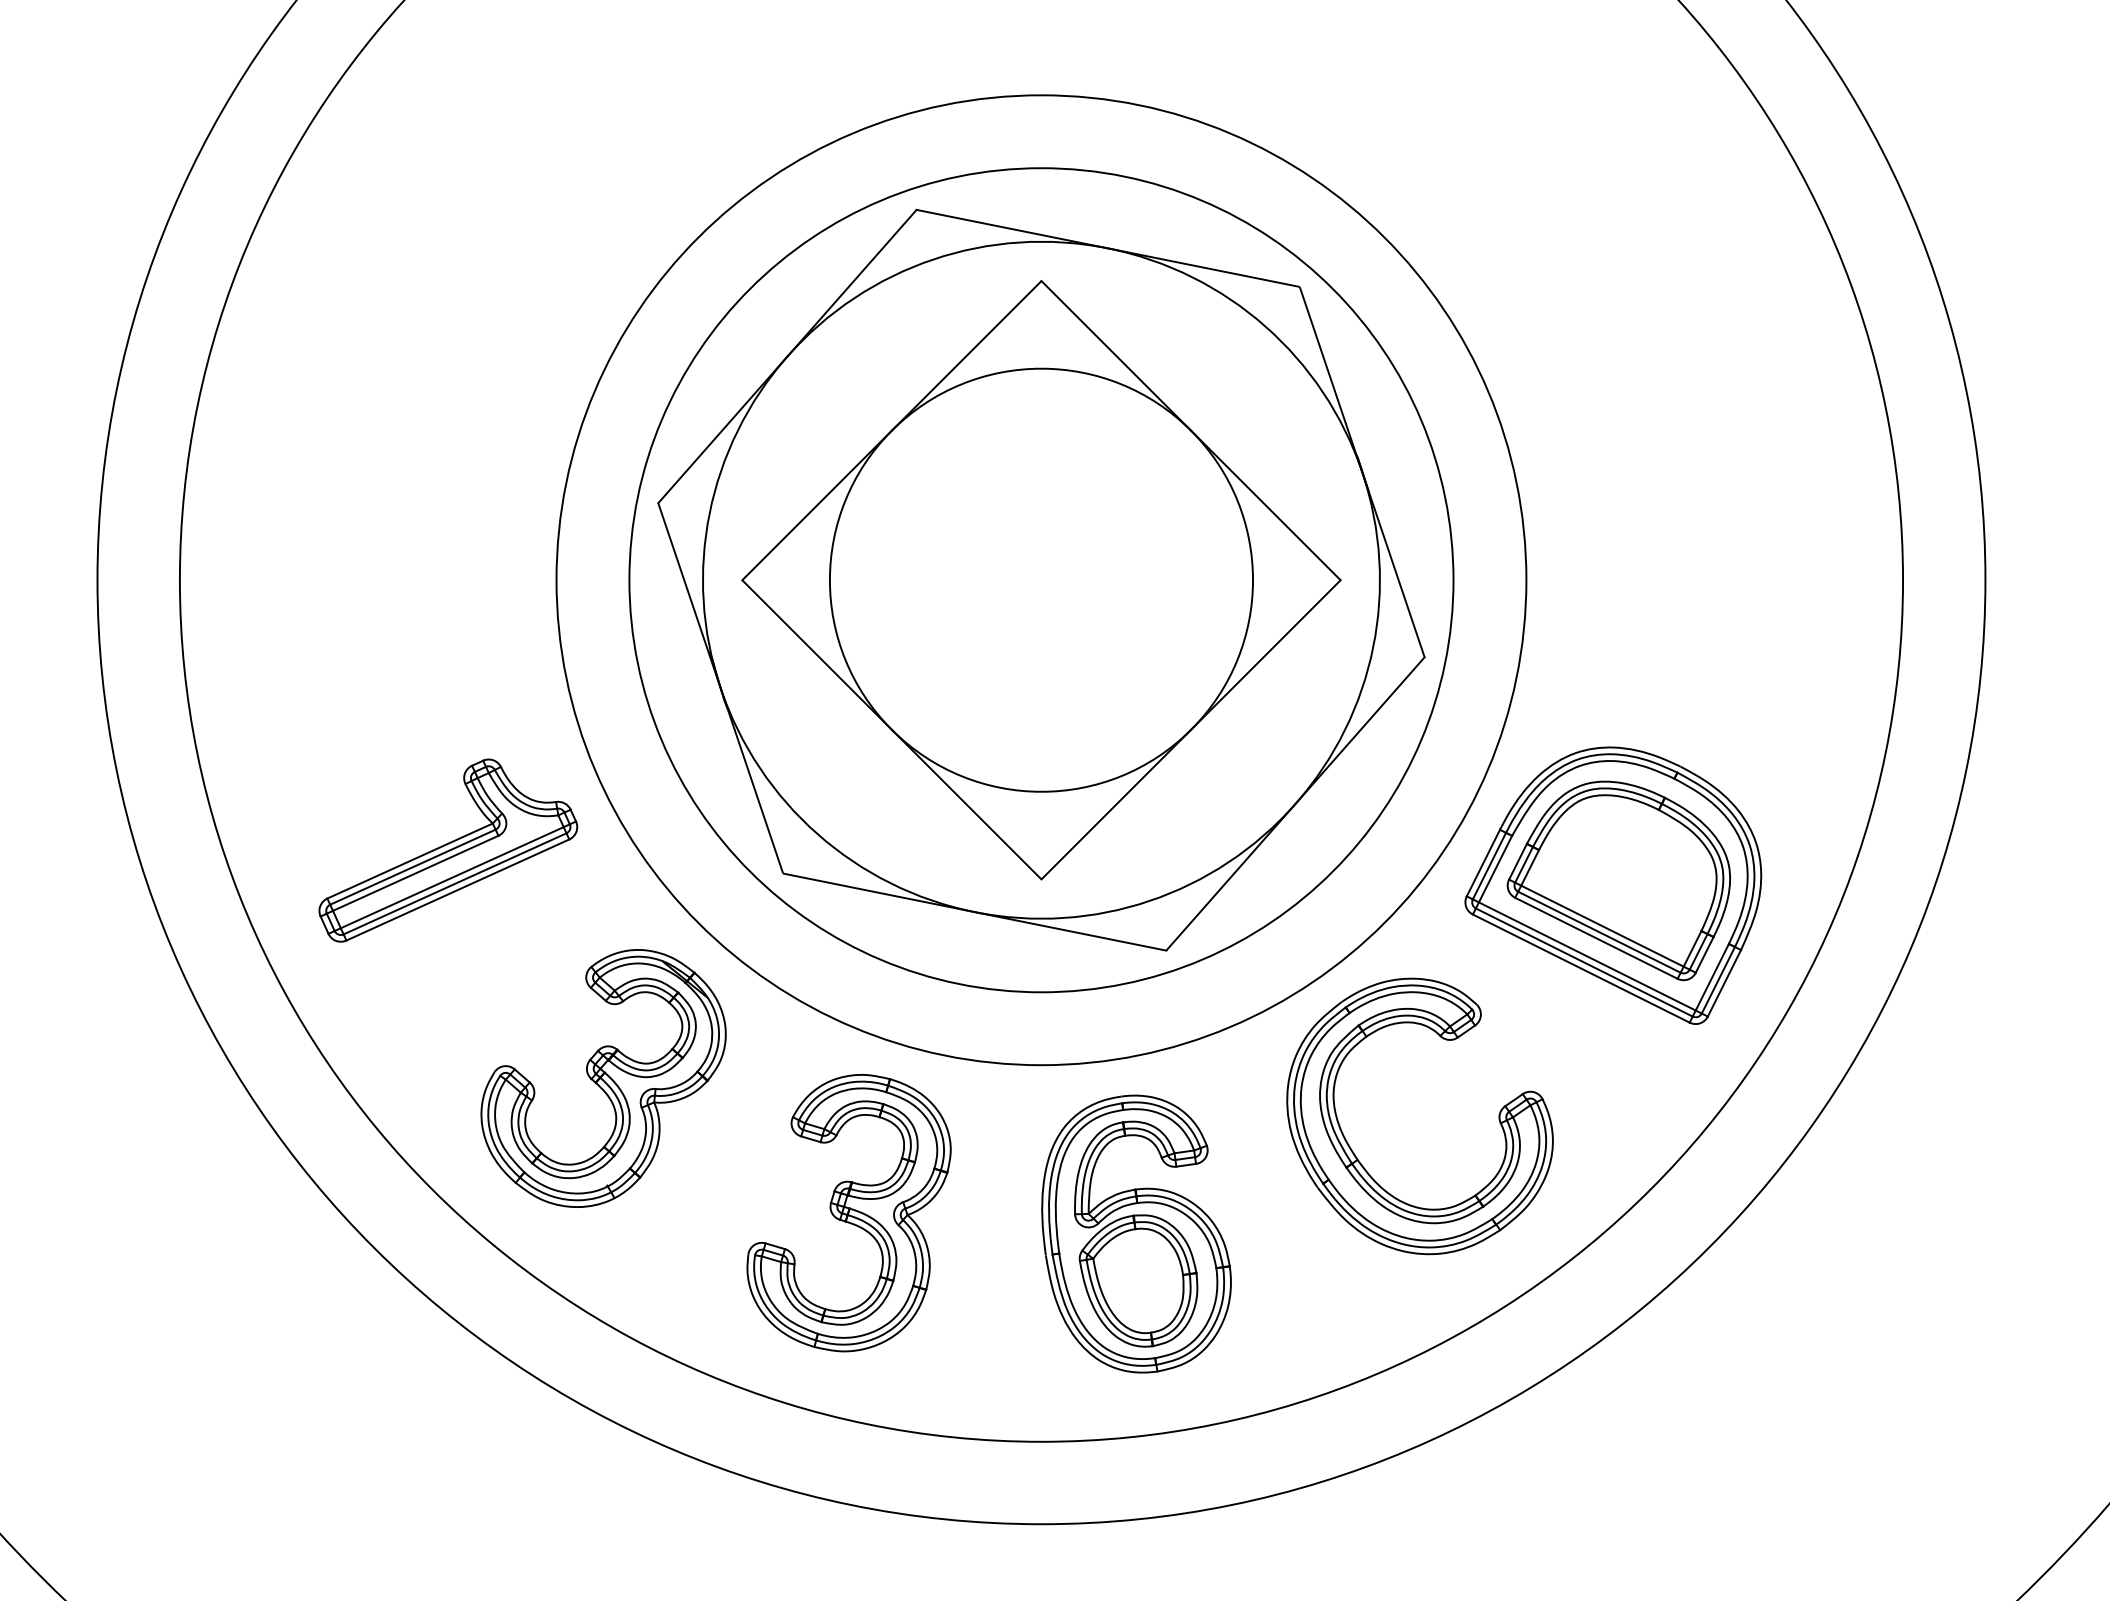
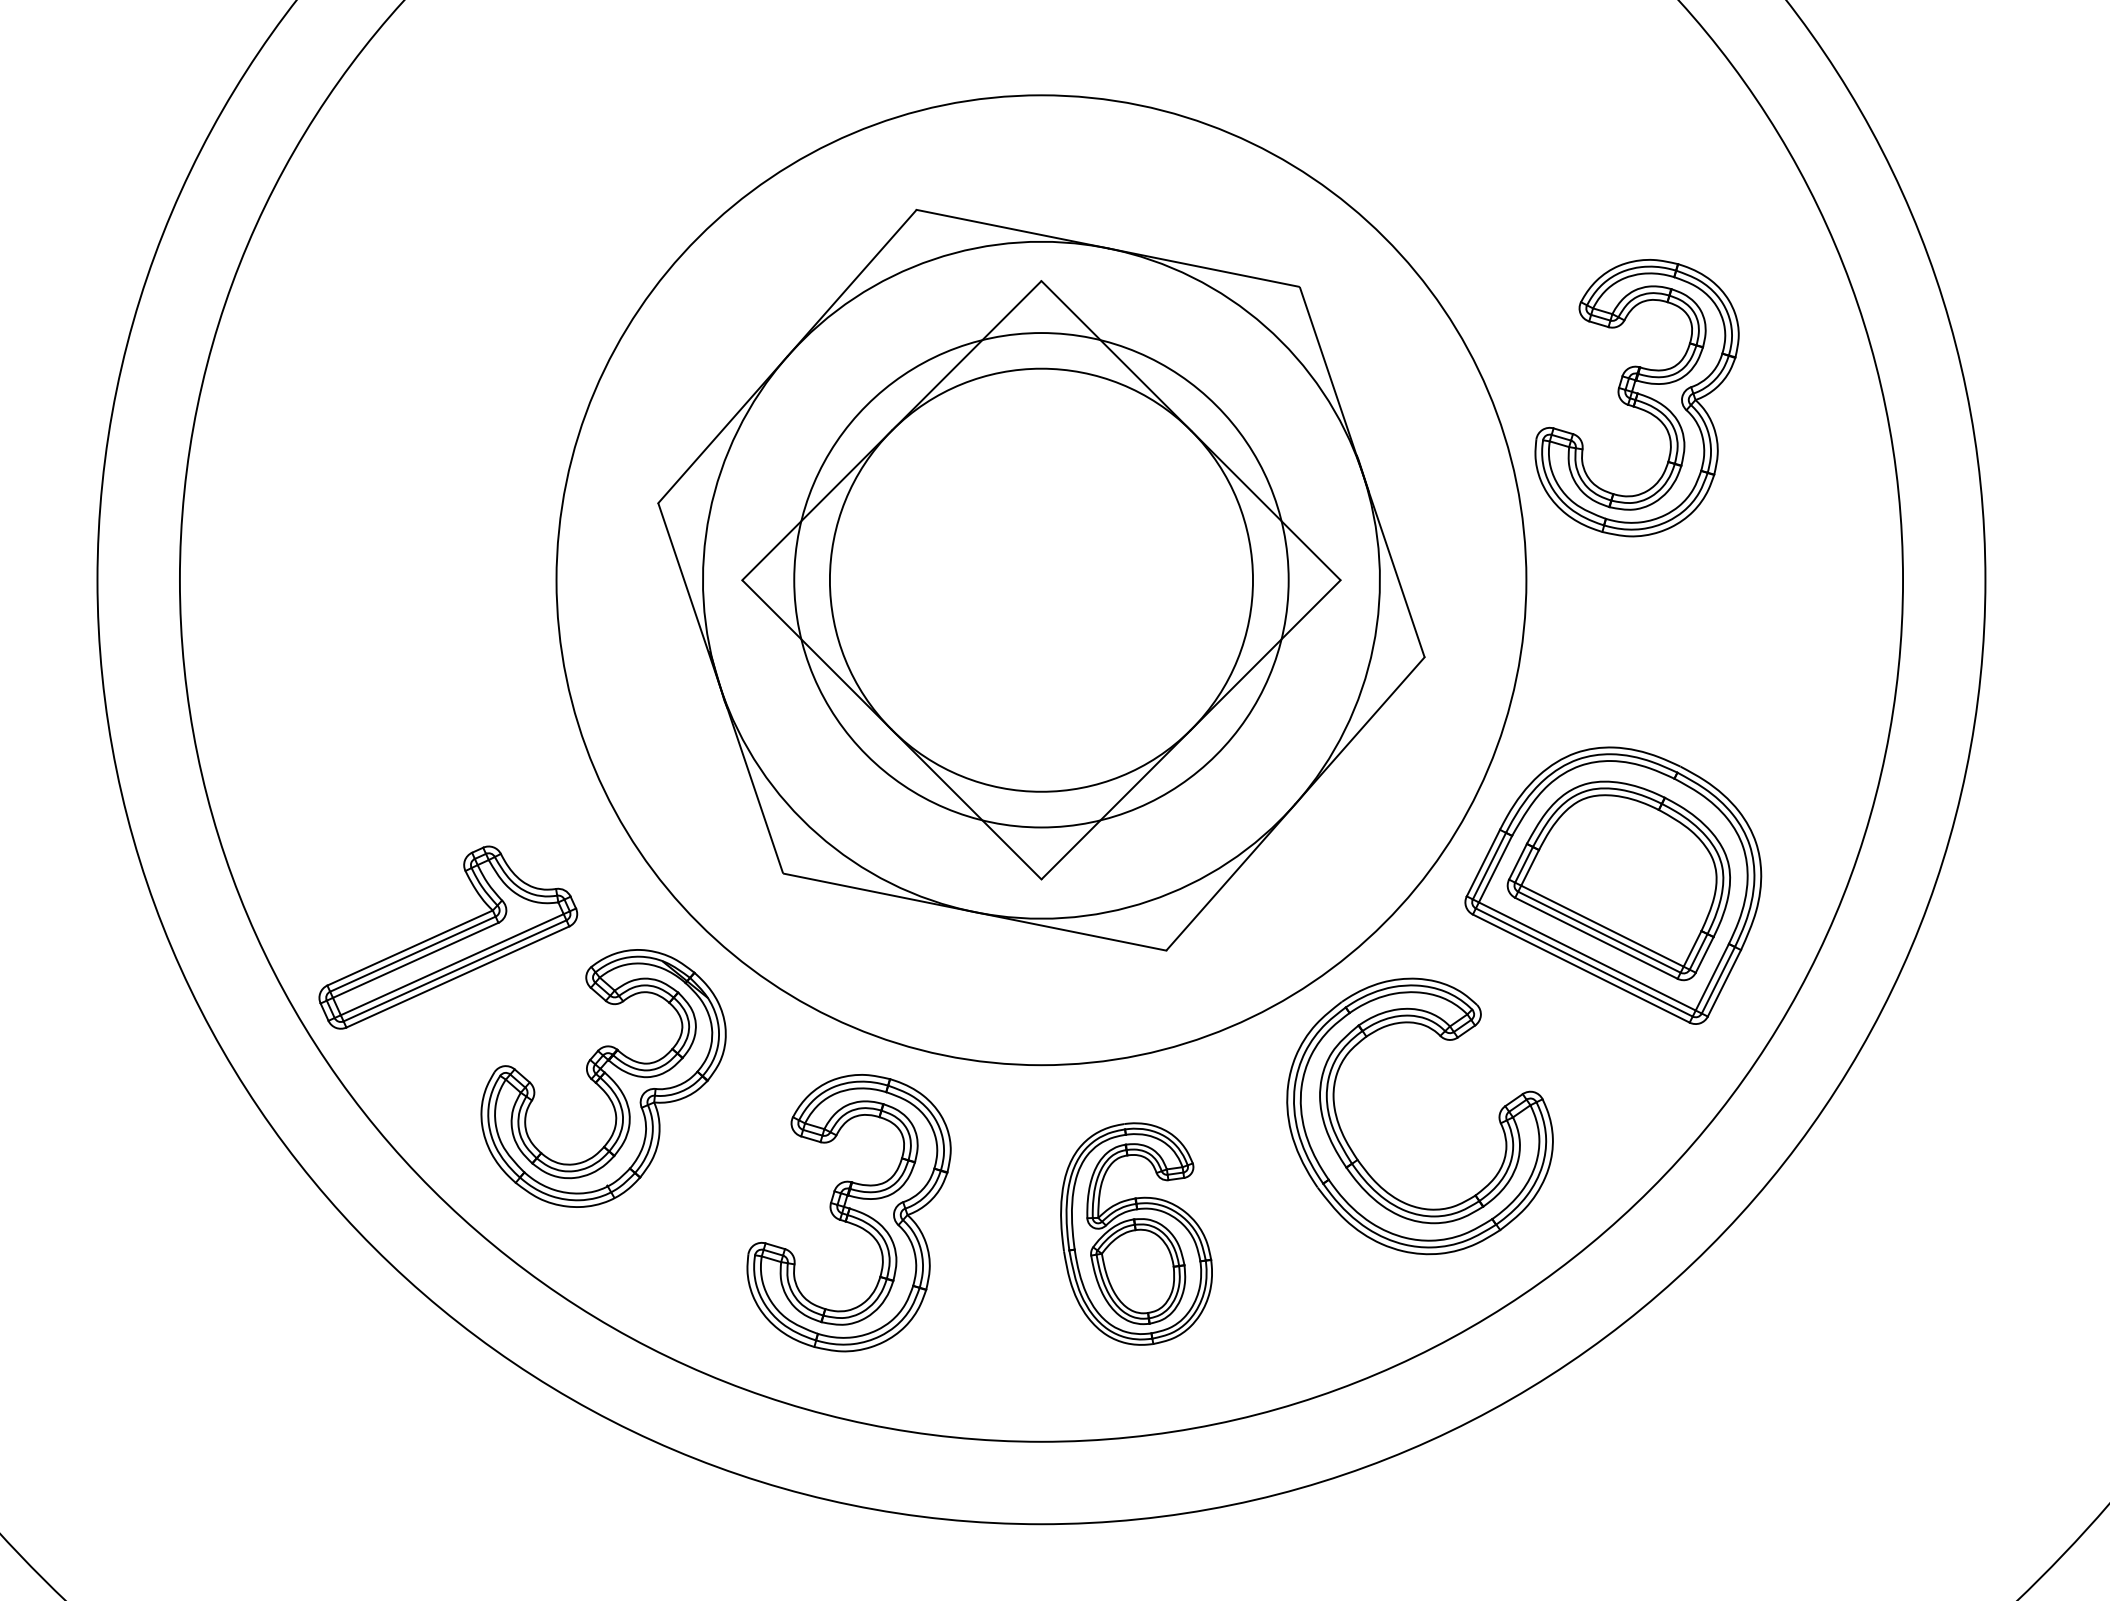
part at (1636, 398): none -> present
circle at (1041, 580) diameter: 824 px -> 494 px
part at (448, 850) position: (448, 850) -> (448, 937)
part at (1136, 1233) size: 191x280 px -> 153x224 px
